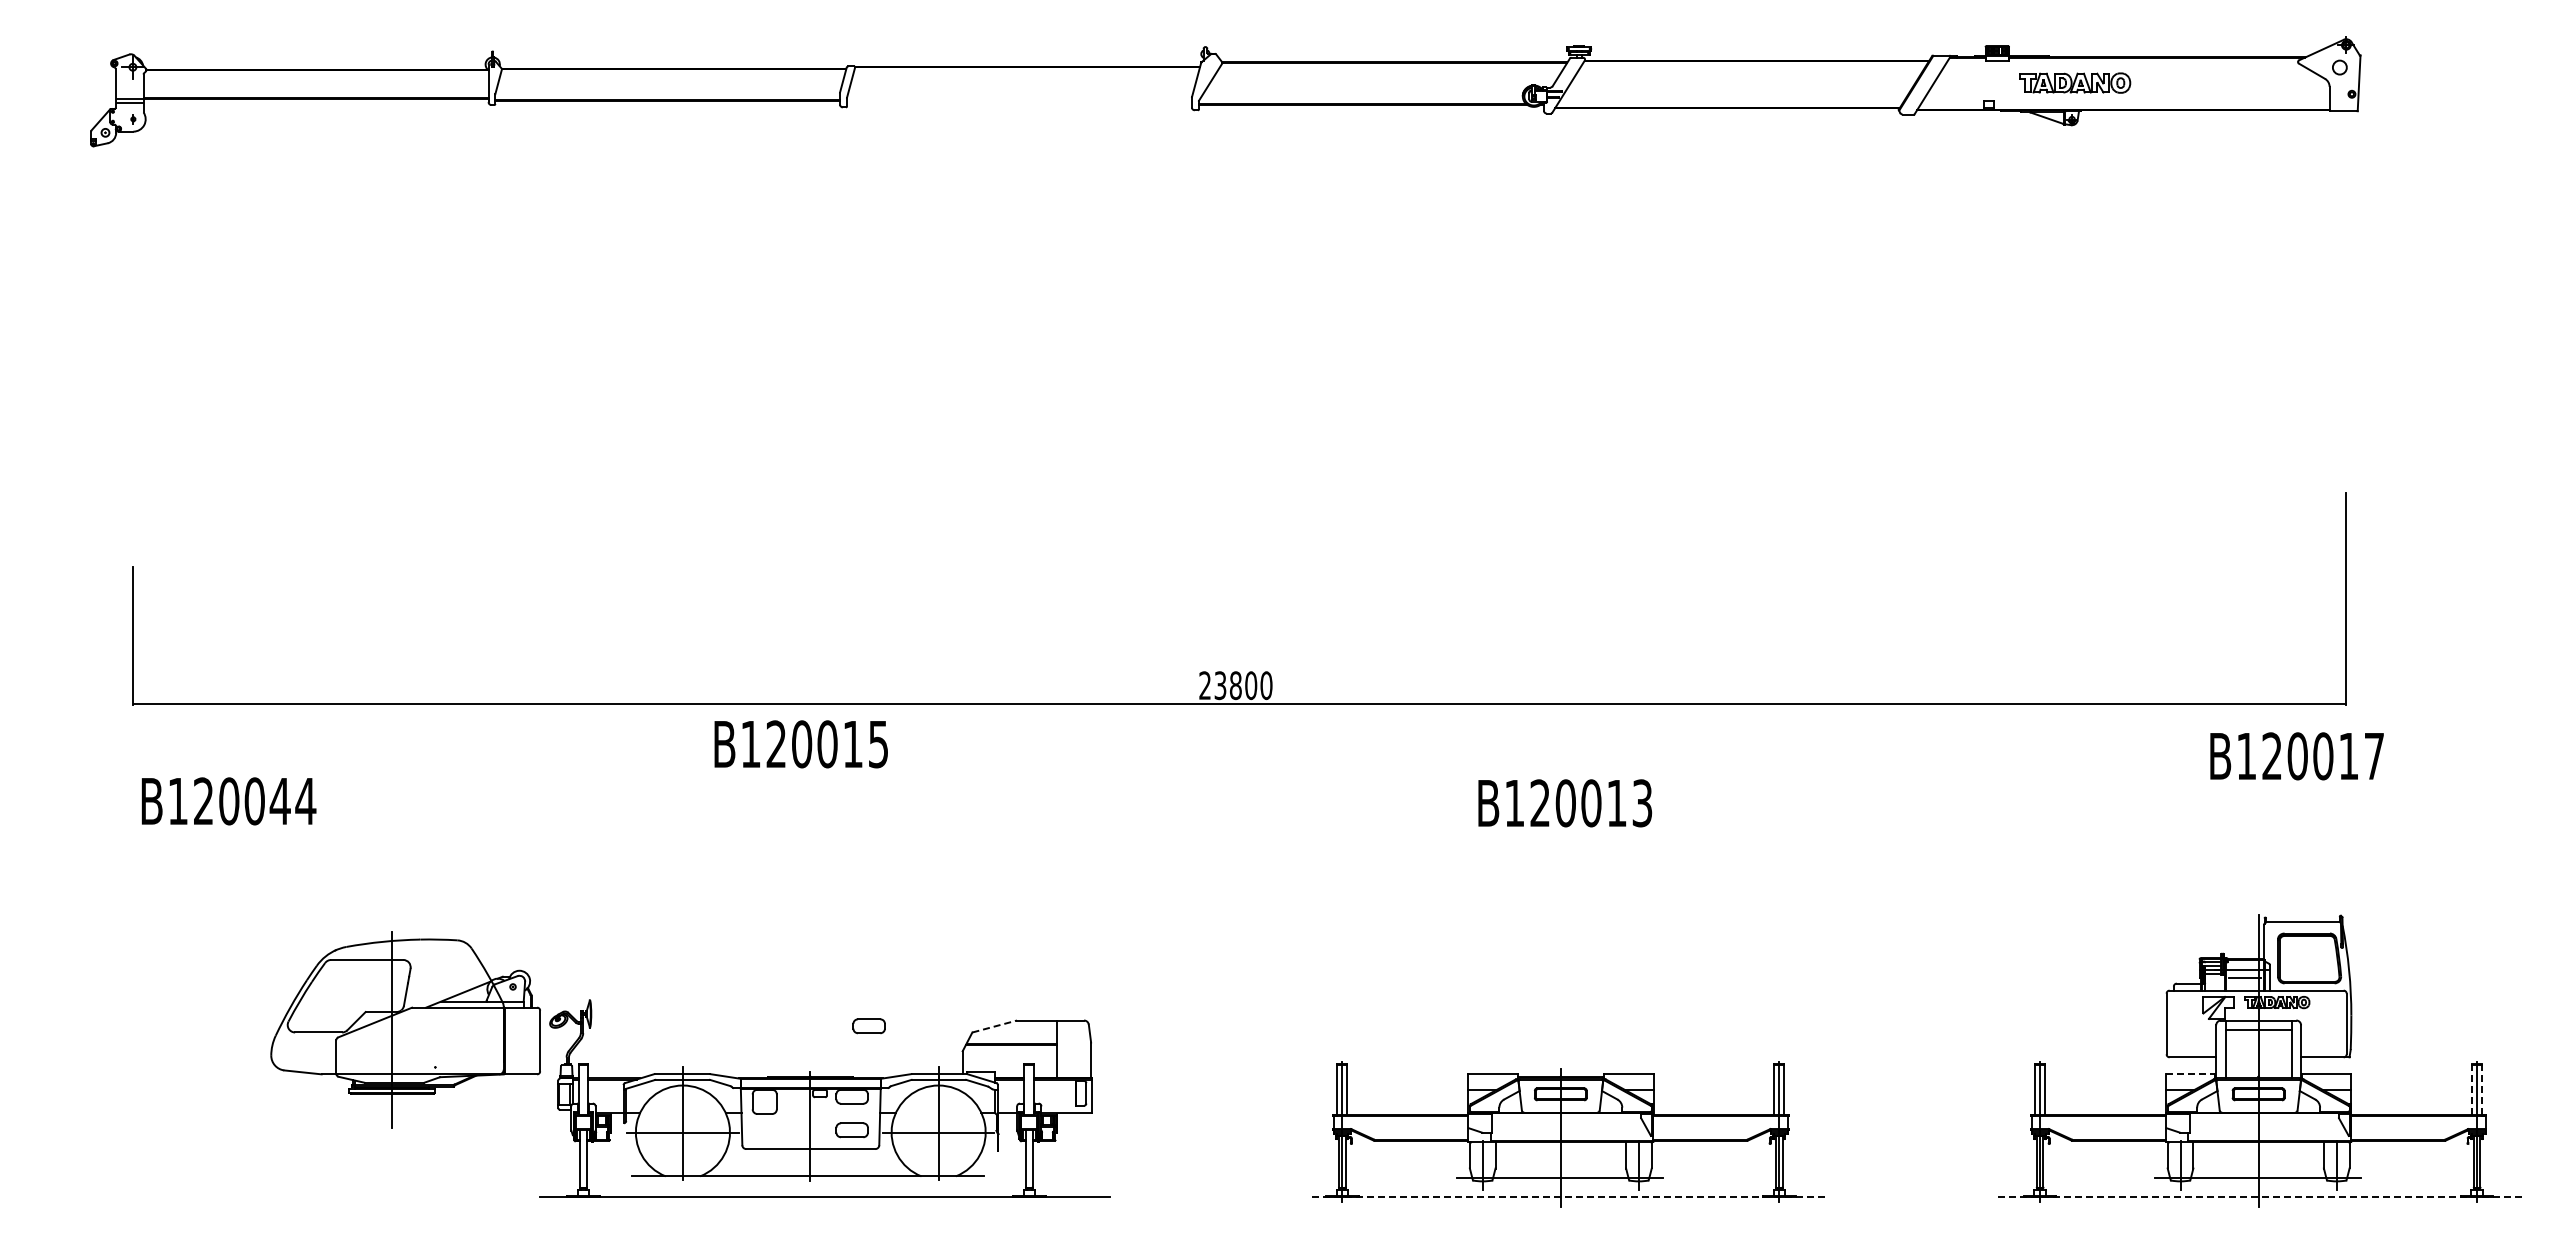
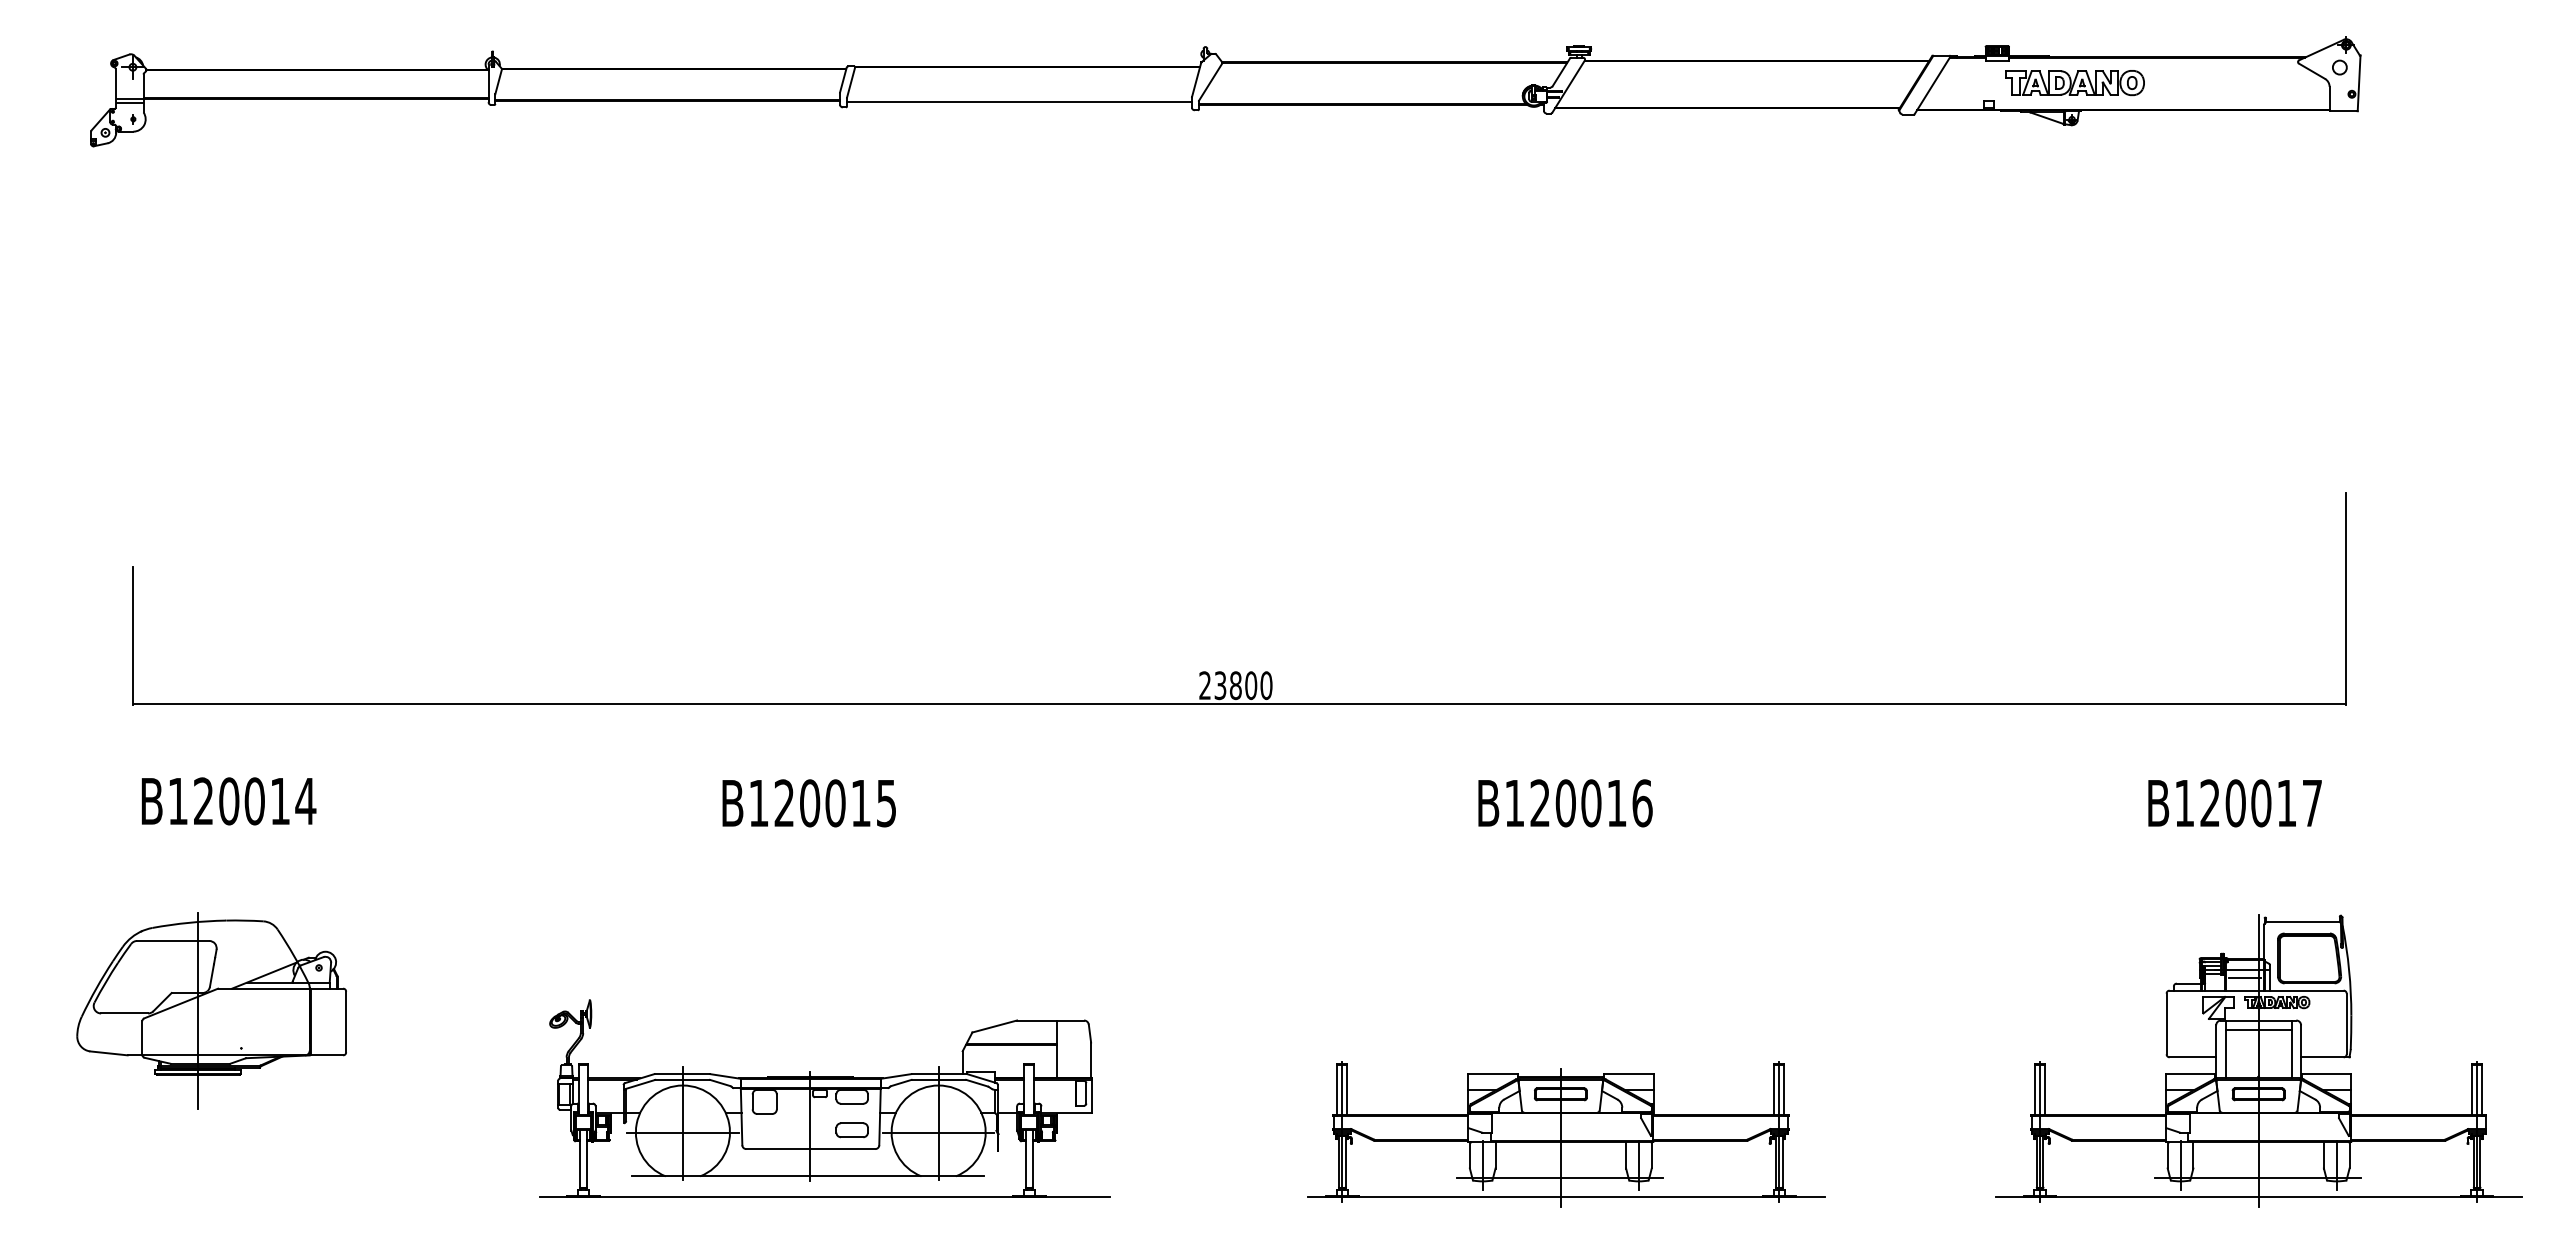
part at (2075, 82) size: 113x22 px -> 140x27 px
line at (1019, 102): none -> present
text at (800, 744) position: (800, 744) -> (808, 803)
text at (2296, 756) position: (2296, 756) -> (2234, 803)
text at (279, 801): B120044 -> B120014
text at (1642, 803): B120013 -> B120016
part at (868, 1026): present -> none
line at (995, 1026): dashed -> solid
part at (405, 1029) position: (405, 1029) -> (211, 1010)
line at (2190, 1074): dashed -> solid
line at (2472, 1089): dashed -> solid
line at (2482, 1089): dashed -> solid
line at (1565, 1196): dashed -> solid
line at (2258, 1196): dashed -> solid
